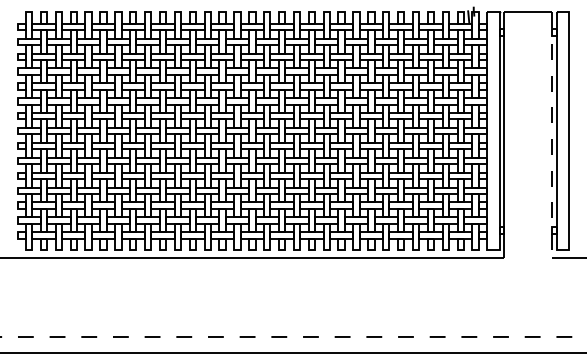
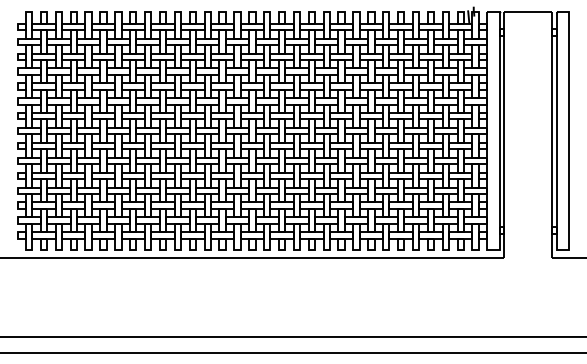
line at (551, 135): dashed -> solid
line at (293, 336): dashed -> solid
